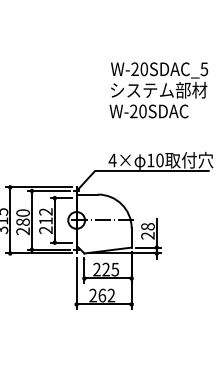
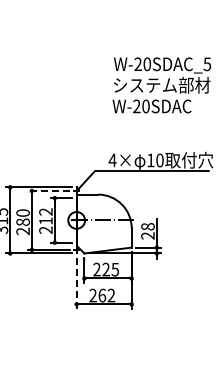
text at (158, 90) position: (158, 90) -> (161, 85)
line at (48, 191): solid -> dashed
line at (76, 283): solid -> dashed
